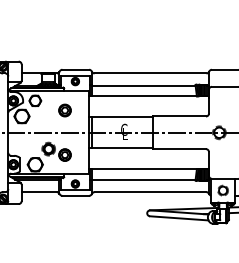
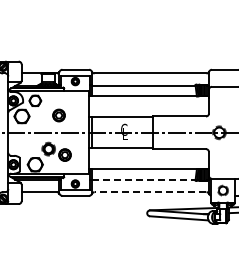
part at (64, 110) position: (64, 110) -> (58, 115)
line at (143, 179): solid -> dashed
line at (150, 192): solid -> dashed
